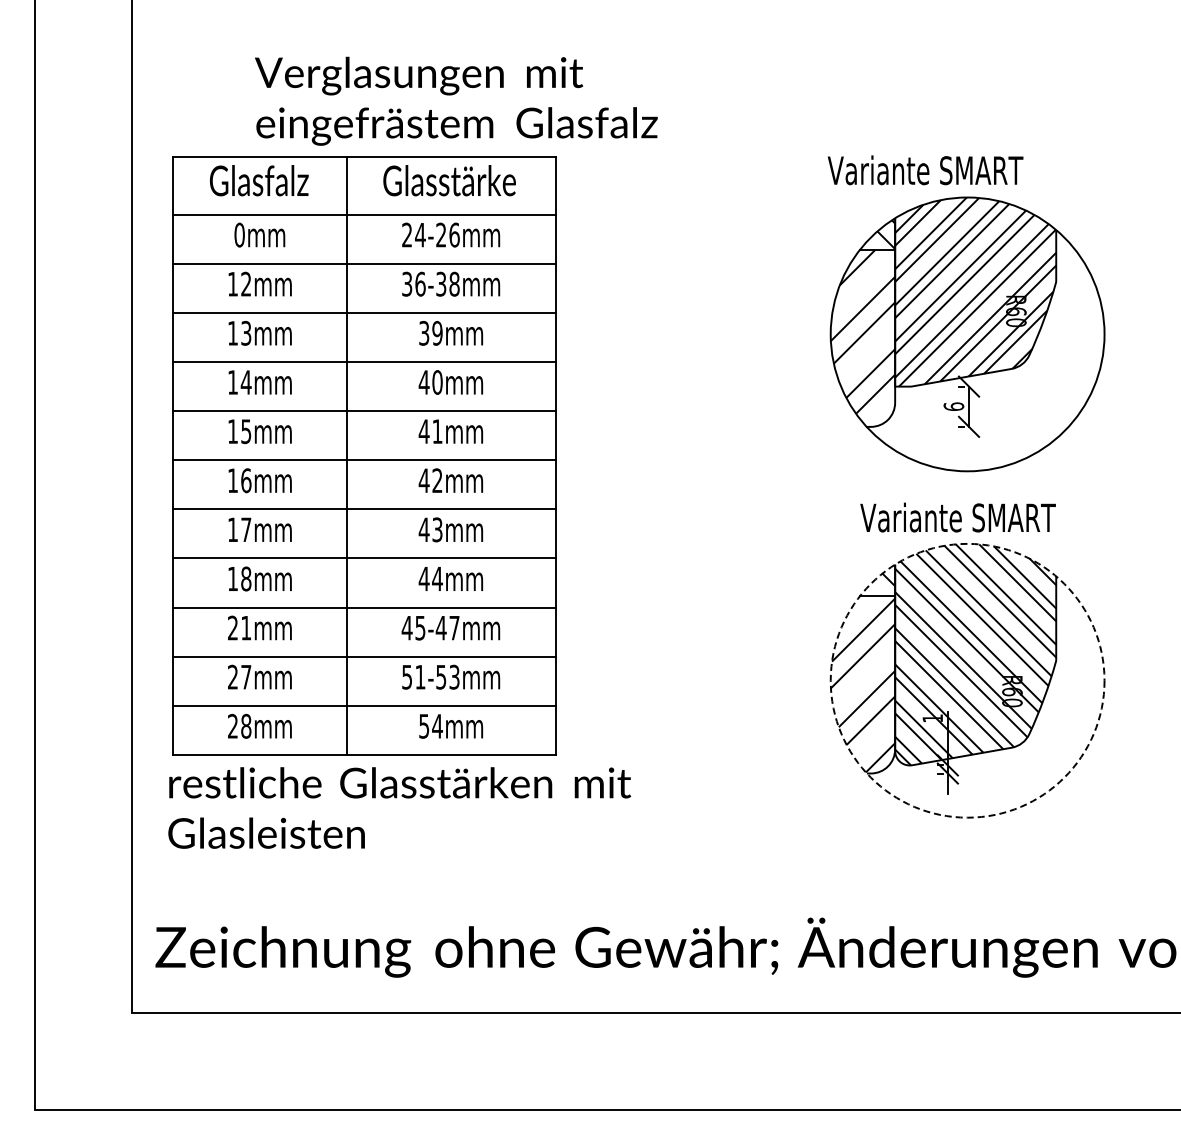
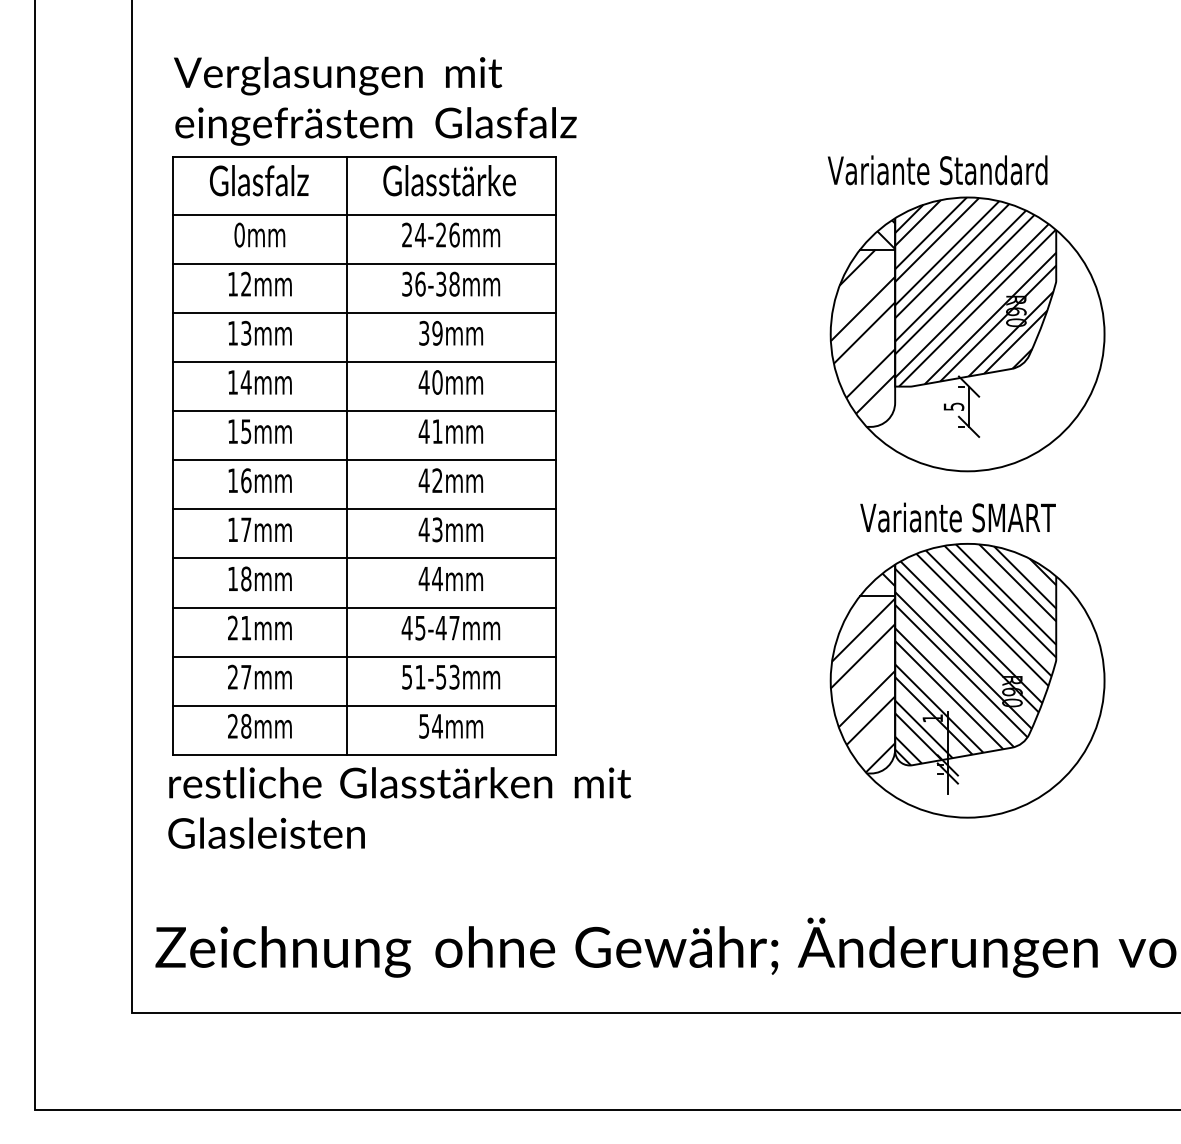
text at (456, 100) position: (456, 100) -> (375, 100)
text at (1000, 170): Variante SMART -> Variante Standard
text at (953, 406): 6 -> 5
circle at (967, 680): dashed -> solid
